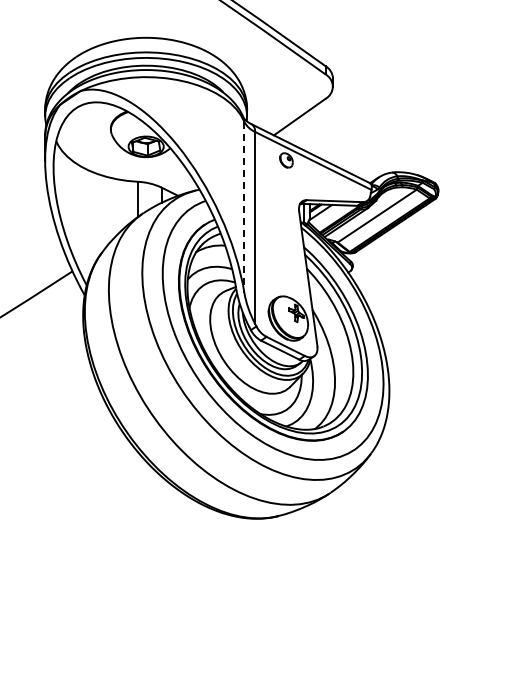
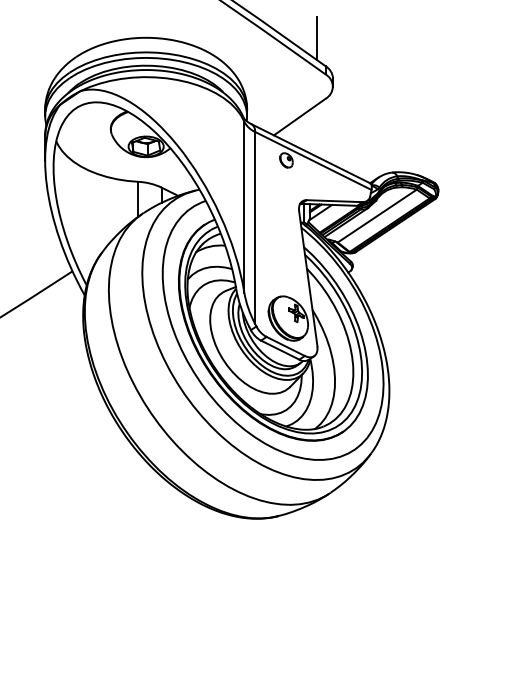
line at (317, 38): none -> present
line at (244, 207): dashed -> solid
